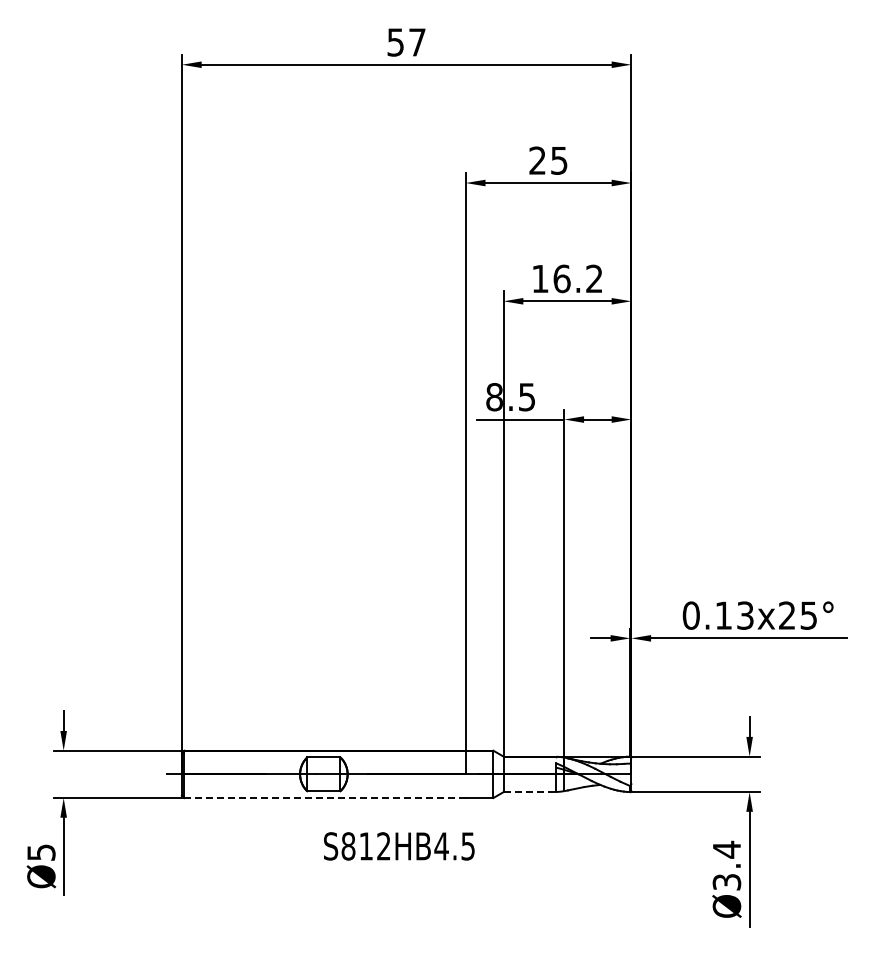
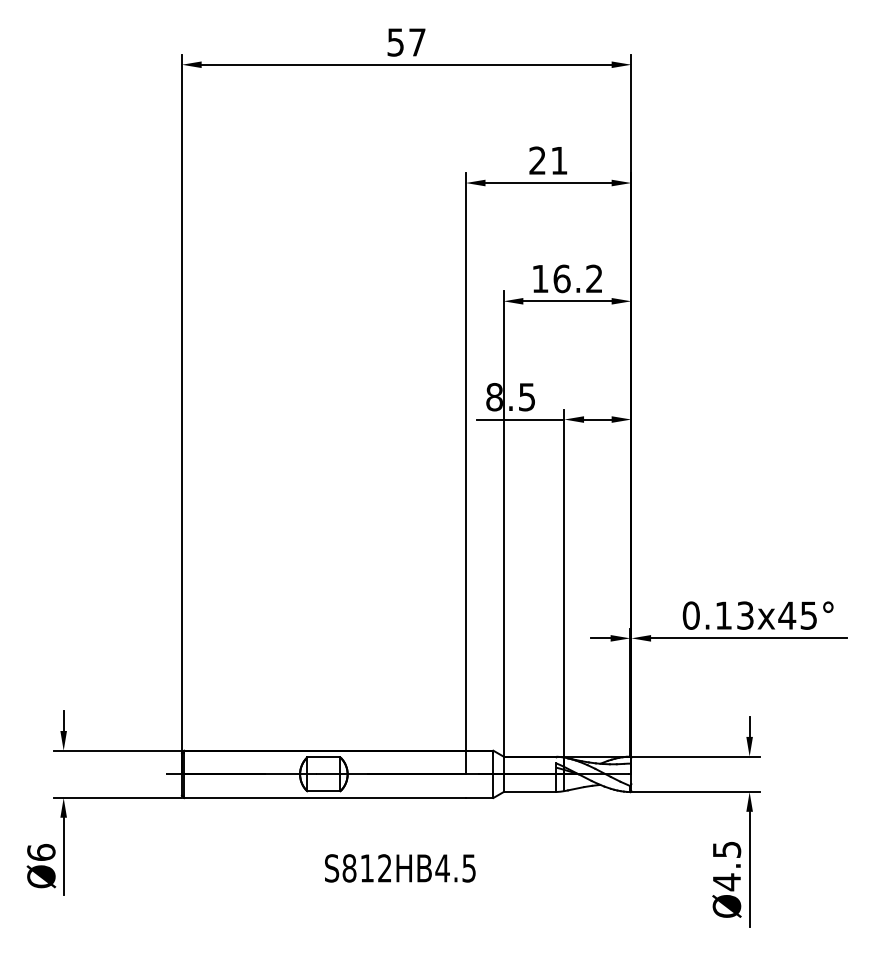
text at (559, 160): 25 -> 21
text at (787, 615): 0.13x25° -> 0.13x45°
line at (530, 792): dashed -> solid
line at (325, 798): dashed -> solid
text at (399, 846) position: (399, 846) -> (400, 868)
text at (41, 851): Ø5 -> Ø6
text at (726, 865): Ø3.4 -> Ø4.5
